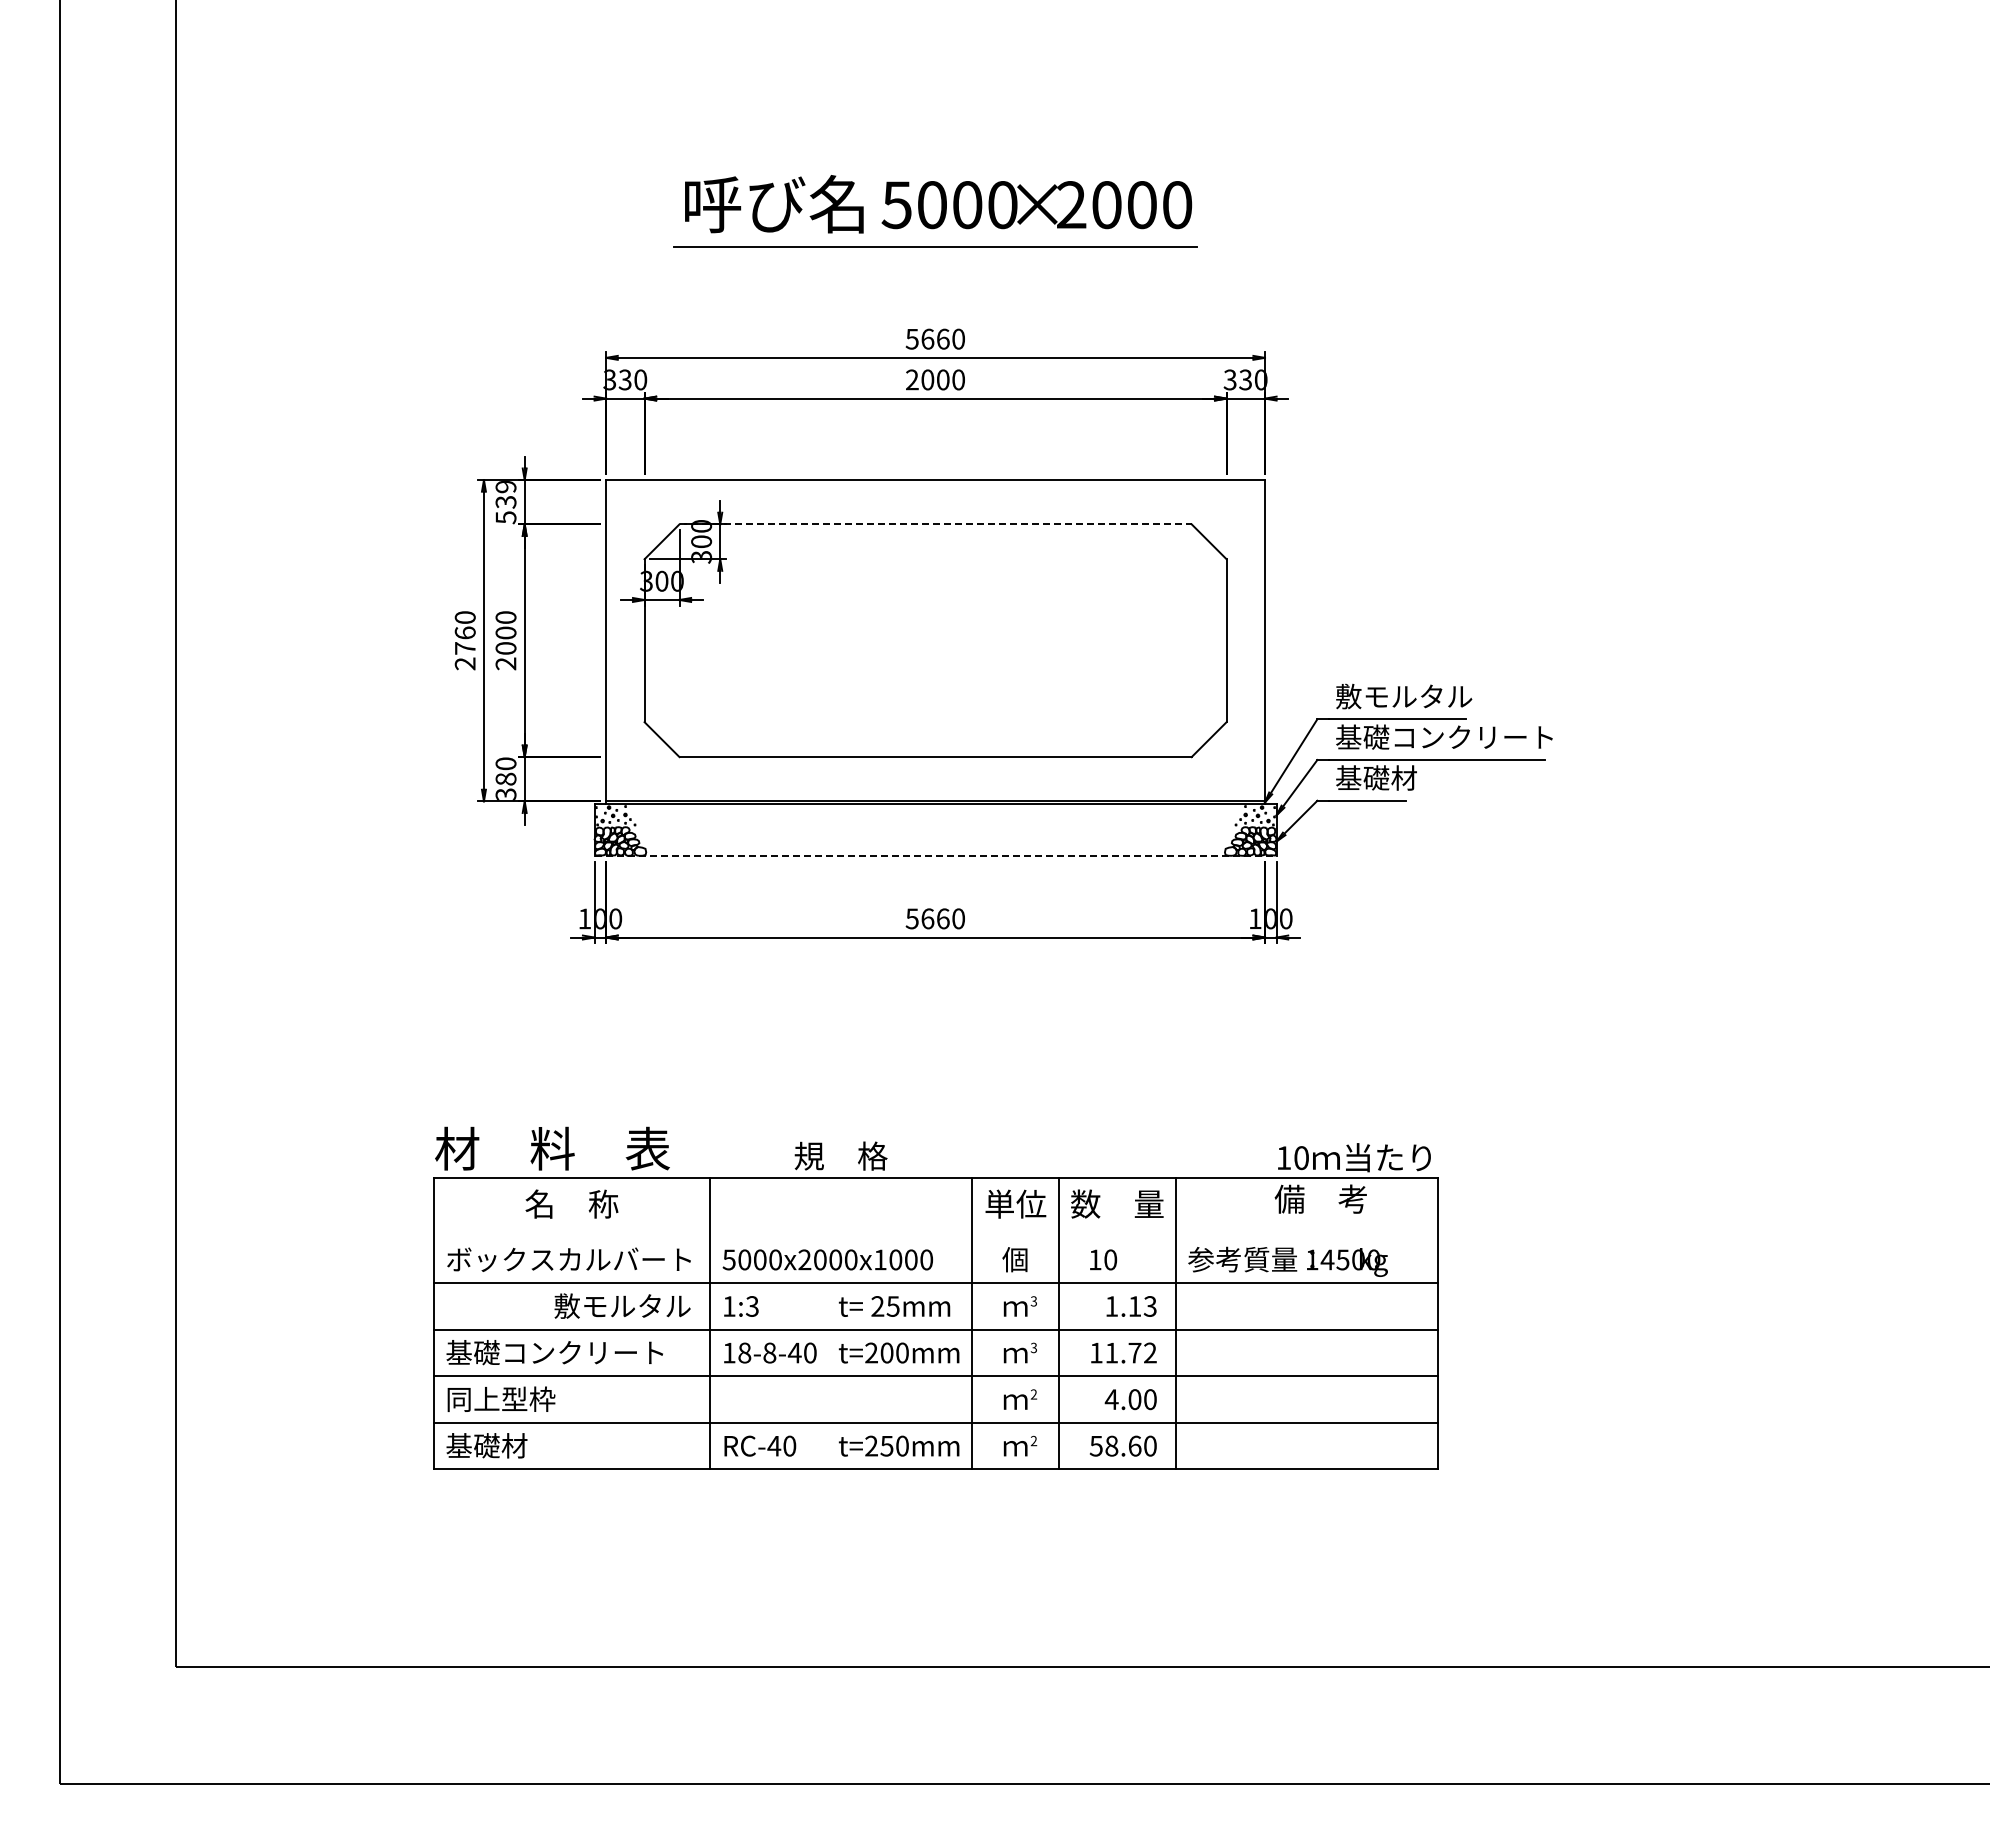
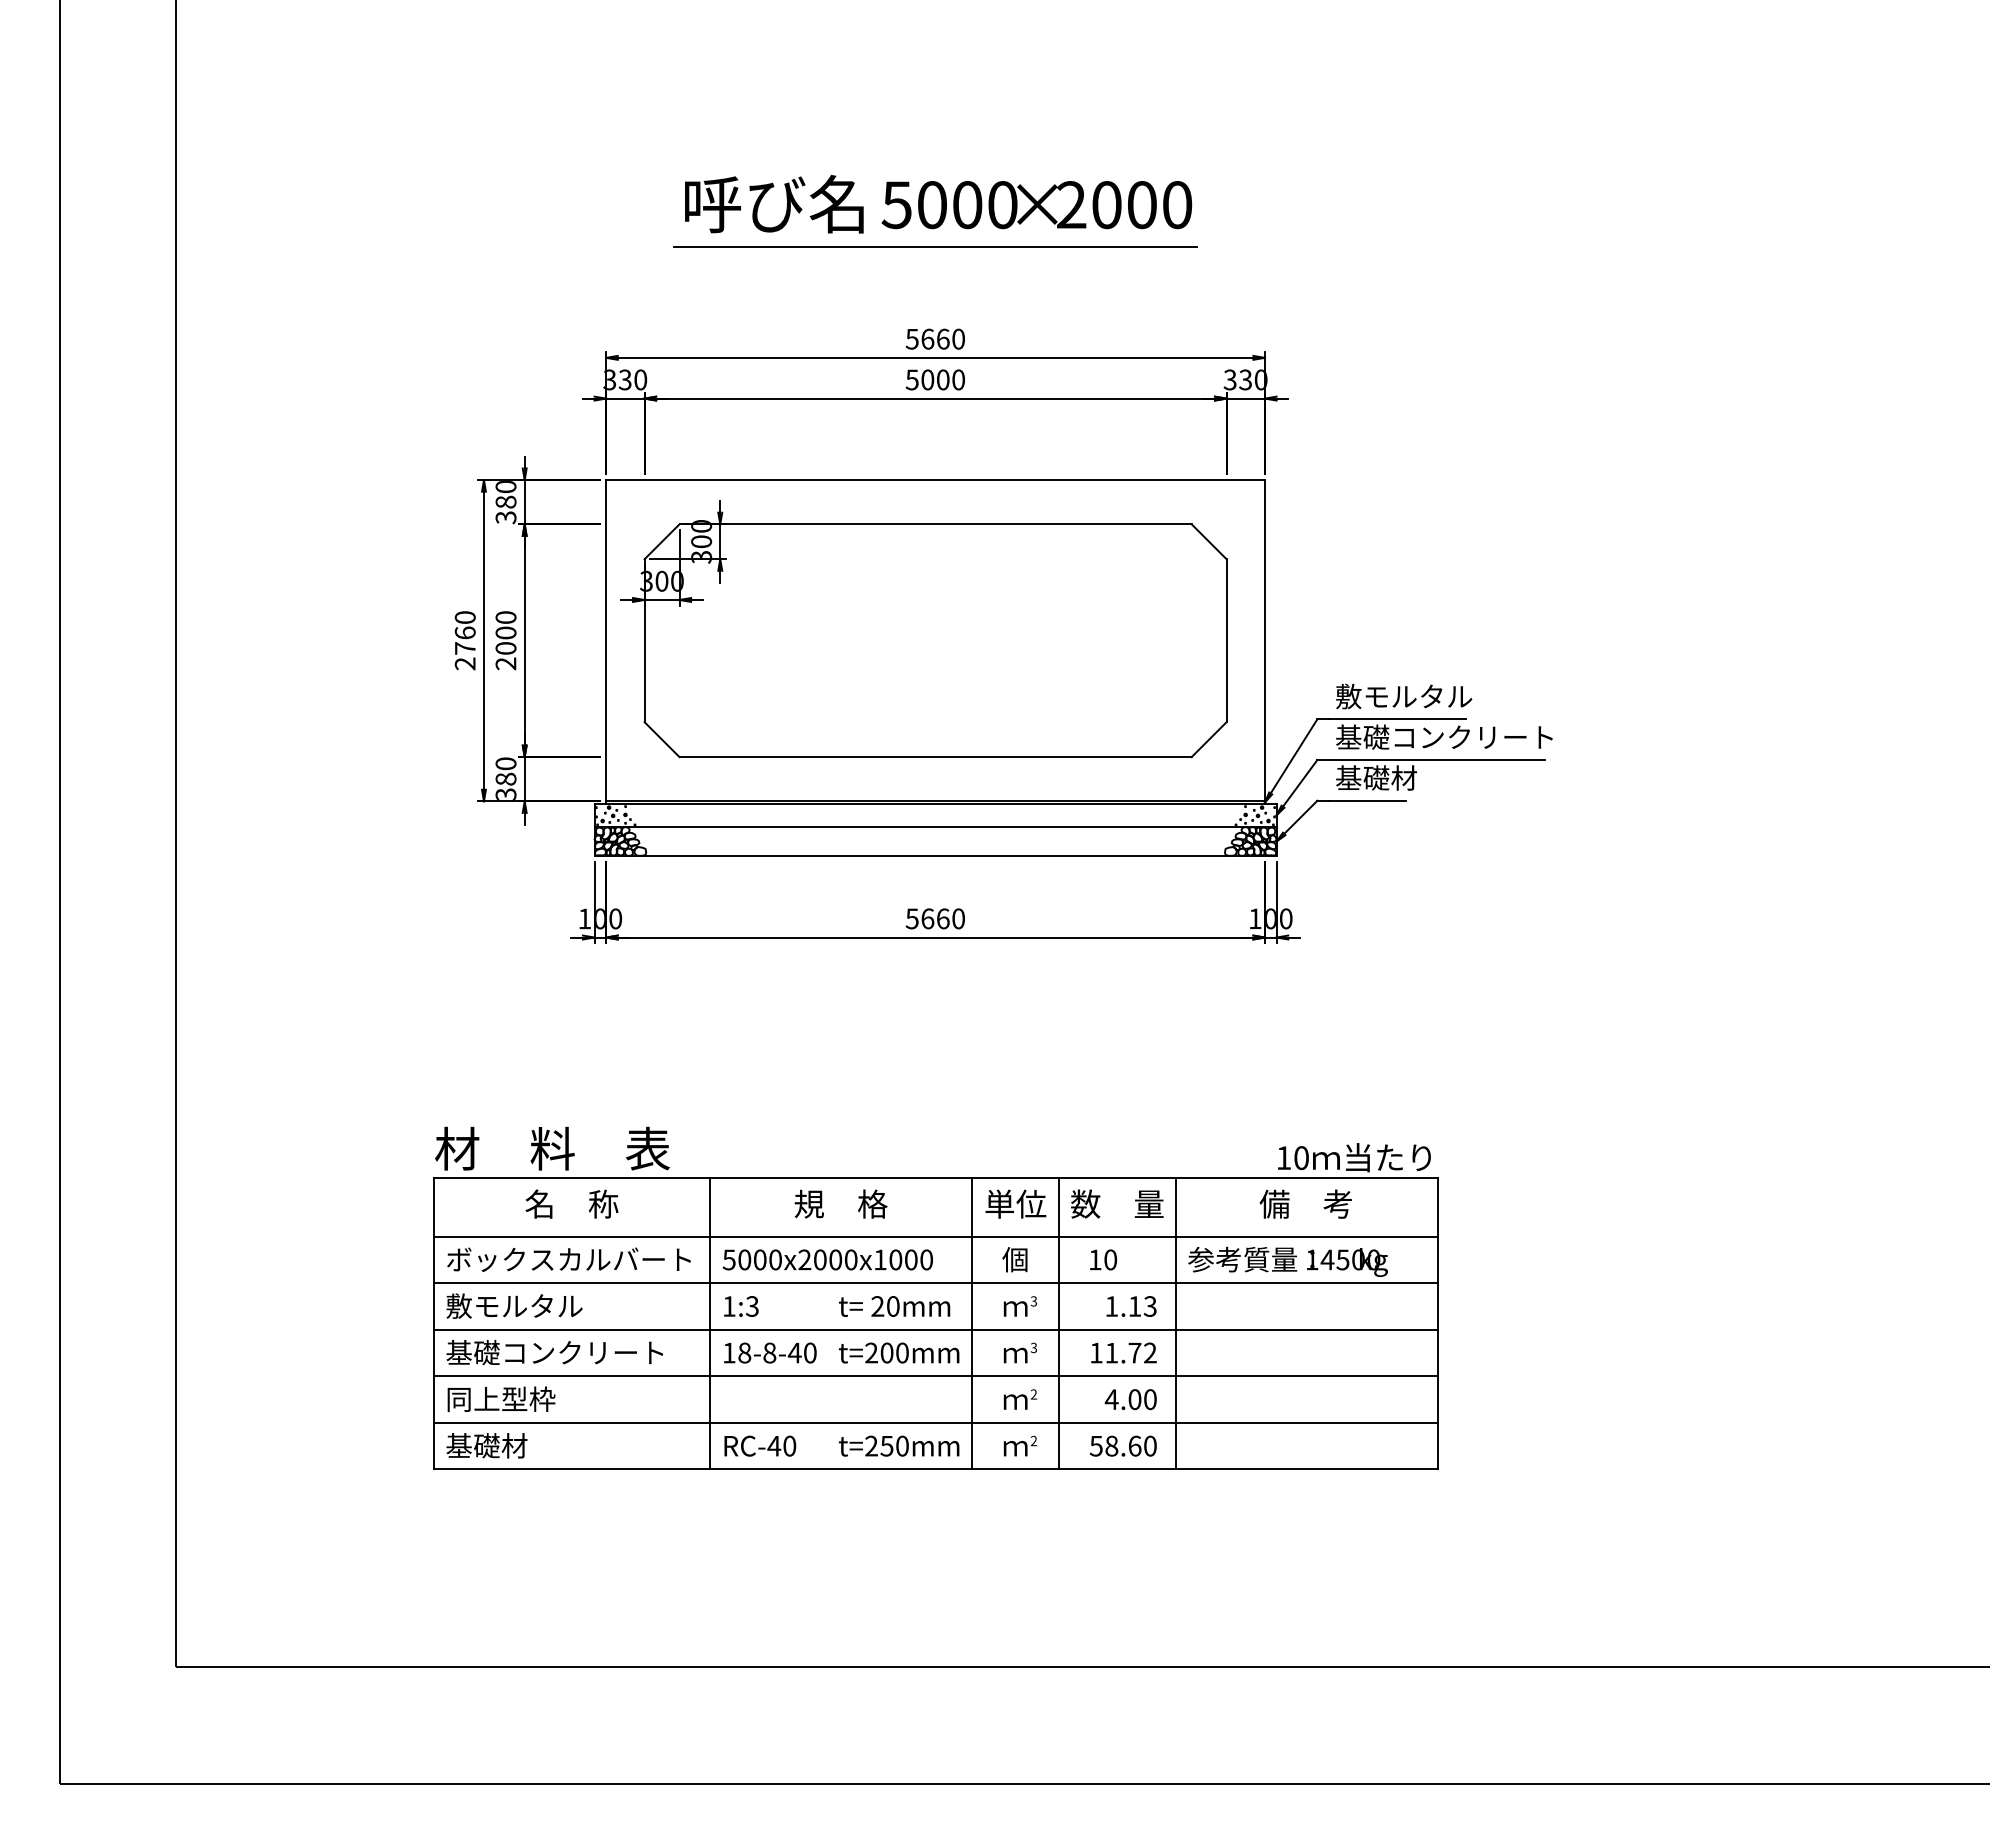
text at (911, 379): 2000 -> 5000
text at (505, 502): 539 -> 380
line at (936, 524): dashed -> solid
line at (935, 826): none -> present
line at (936, 856): dashed -> solid
text at (840, 1155) position: (840, 1155) -> (840, 1203)
text at (1320, 1198) position: (1320, 1198) -> (1305, 1203)
line at (935, 1236): none -> present
text at (622, 1305) position: (622, 1305) -> (514, 1305)
text at (892, 1306): 25mm -> 20mm
